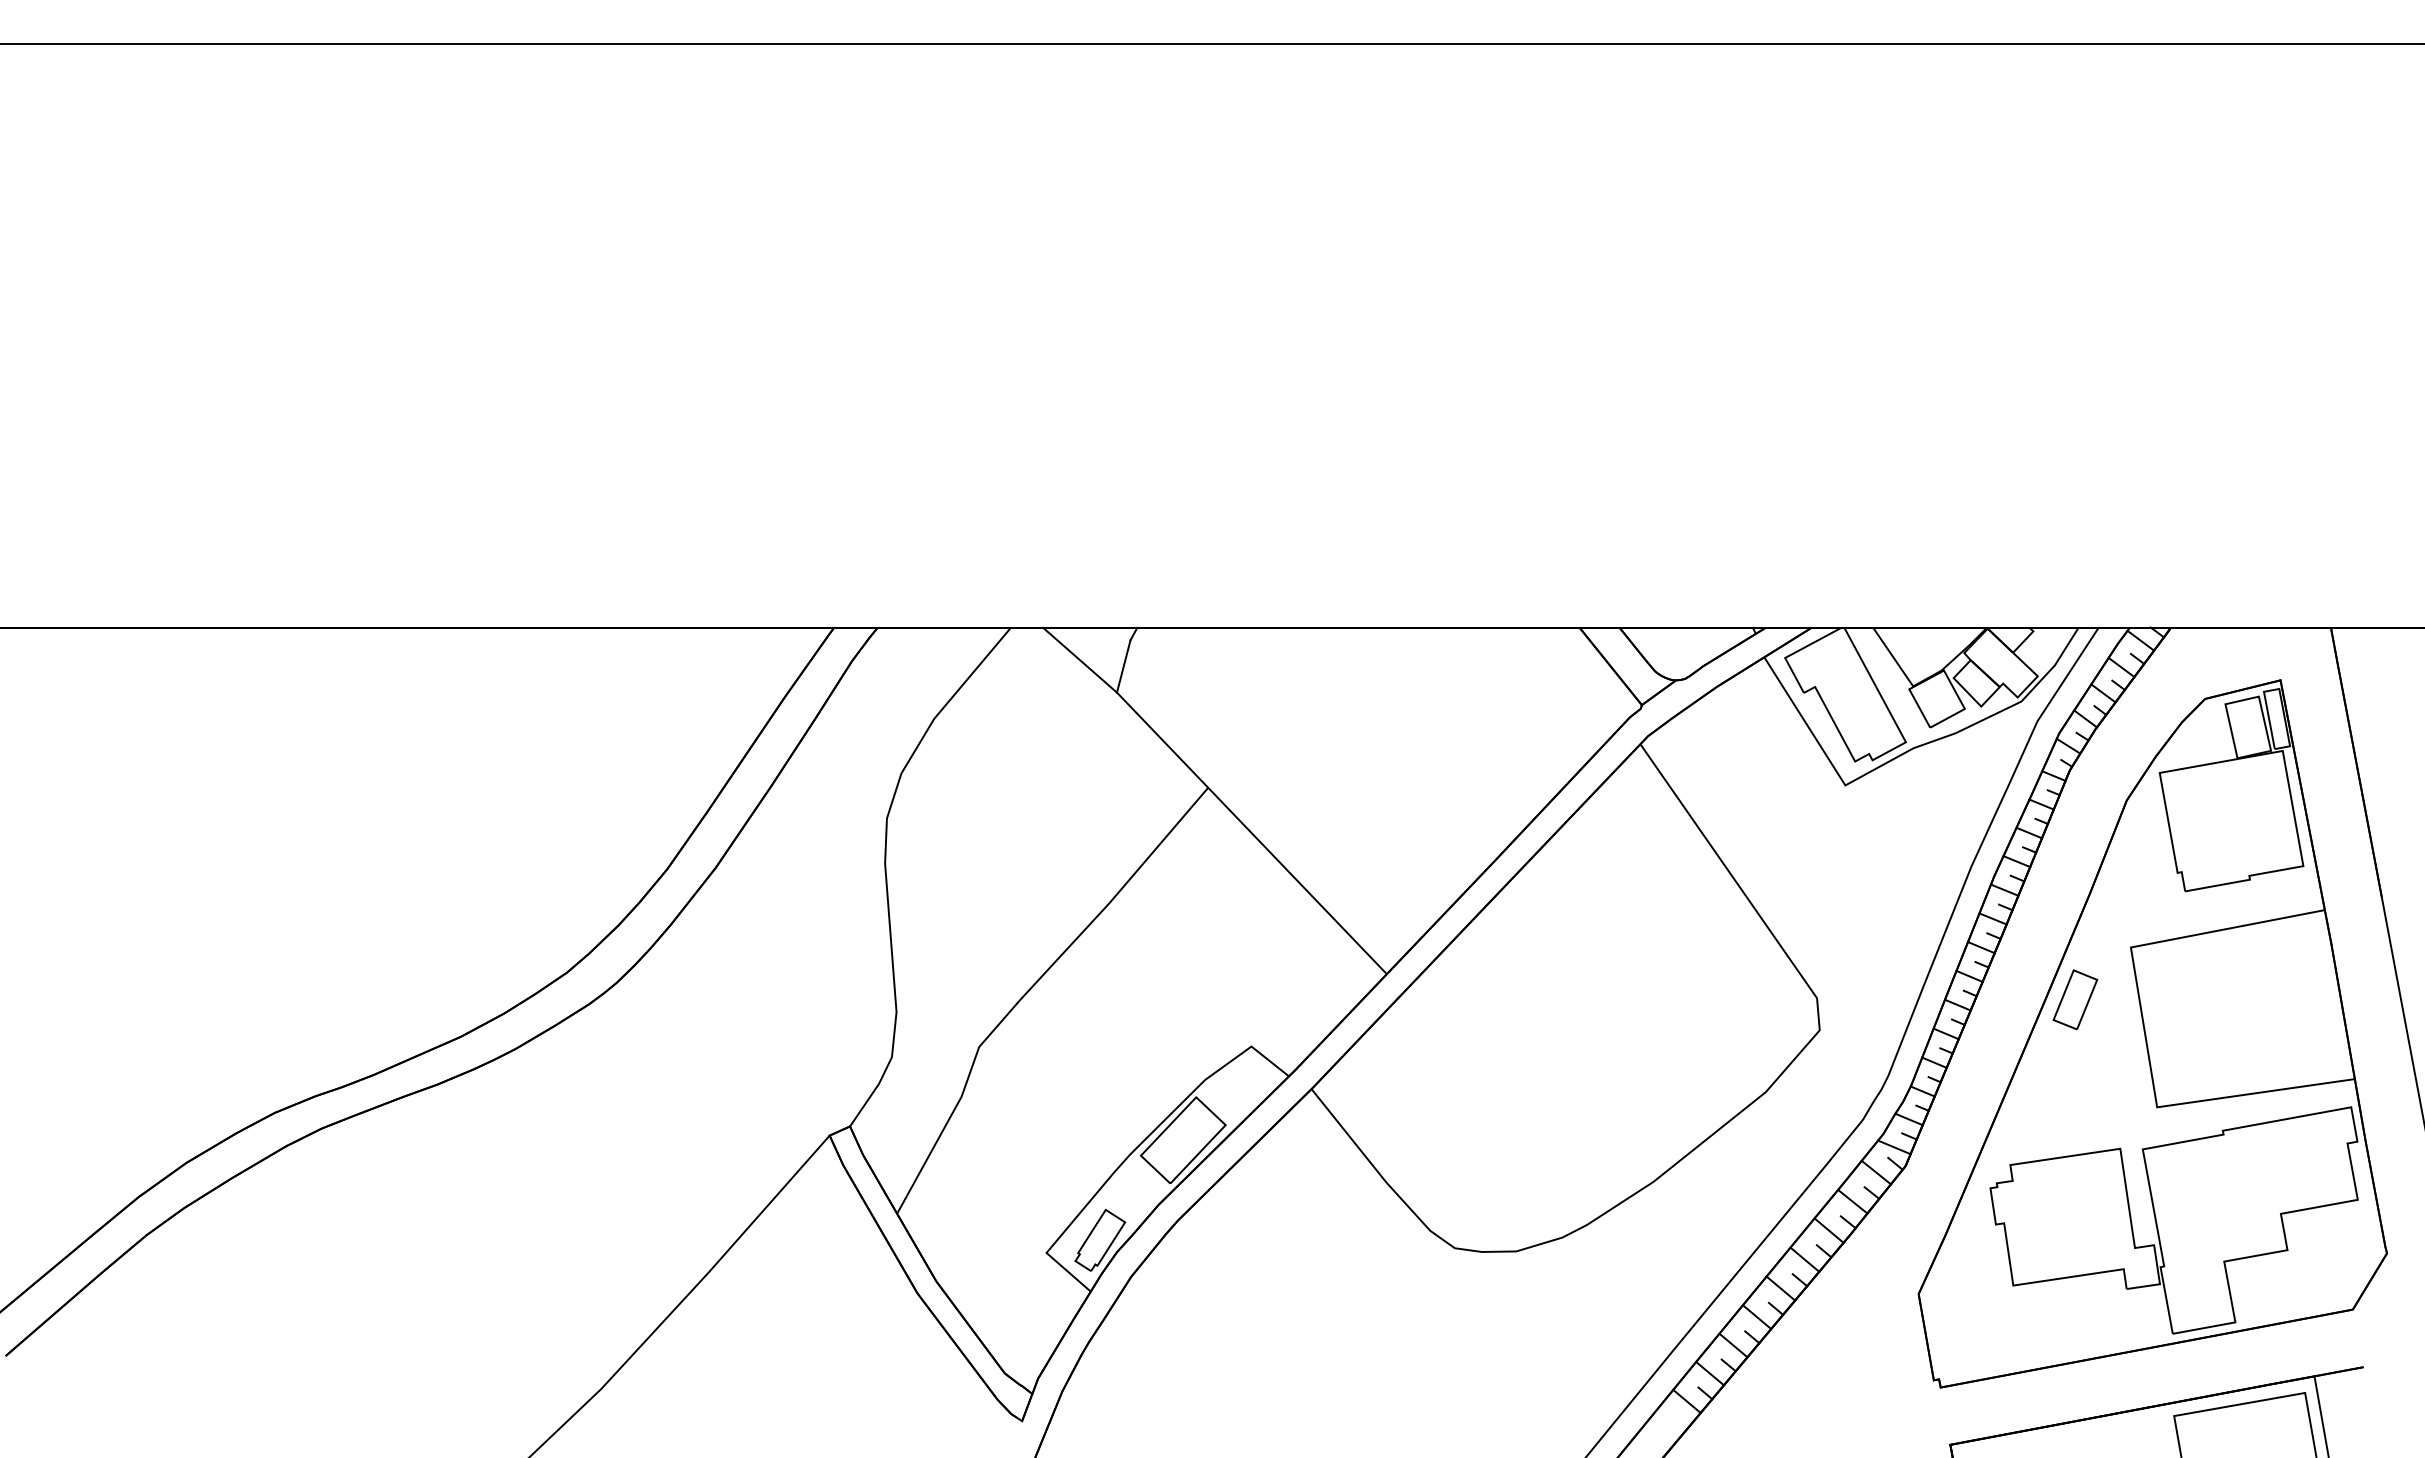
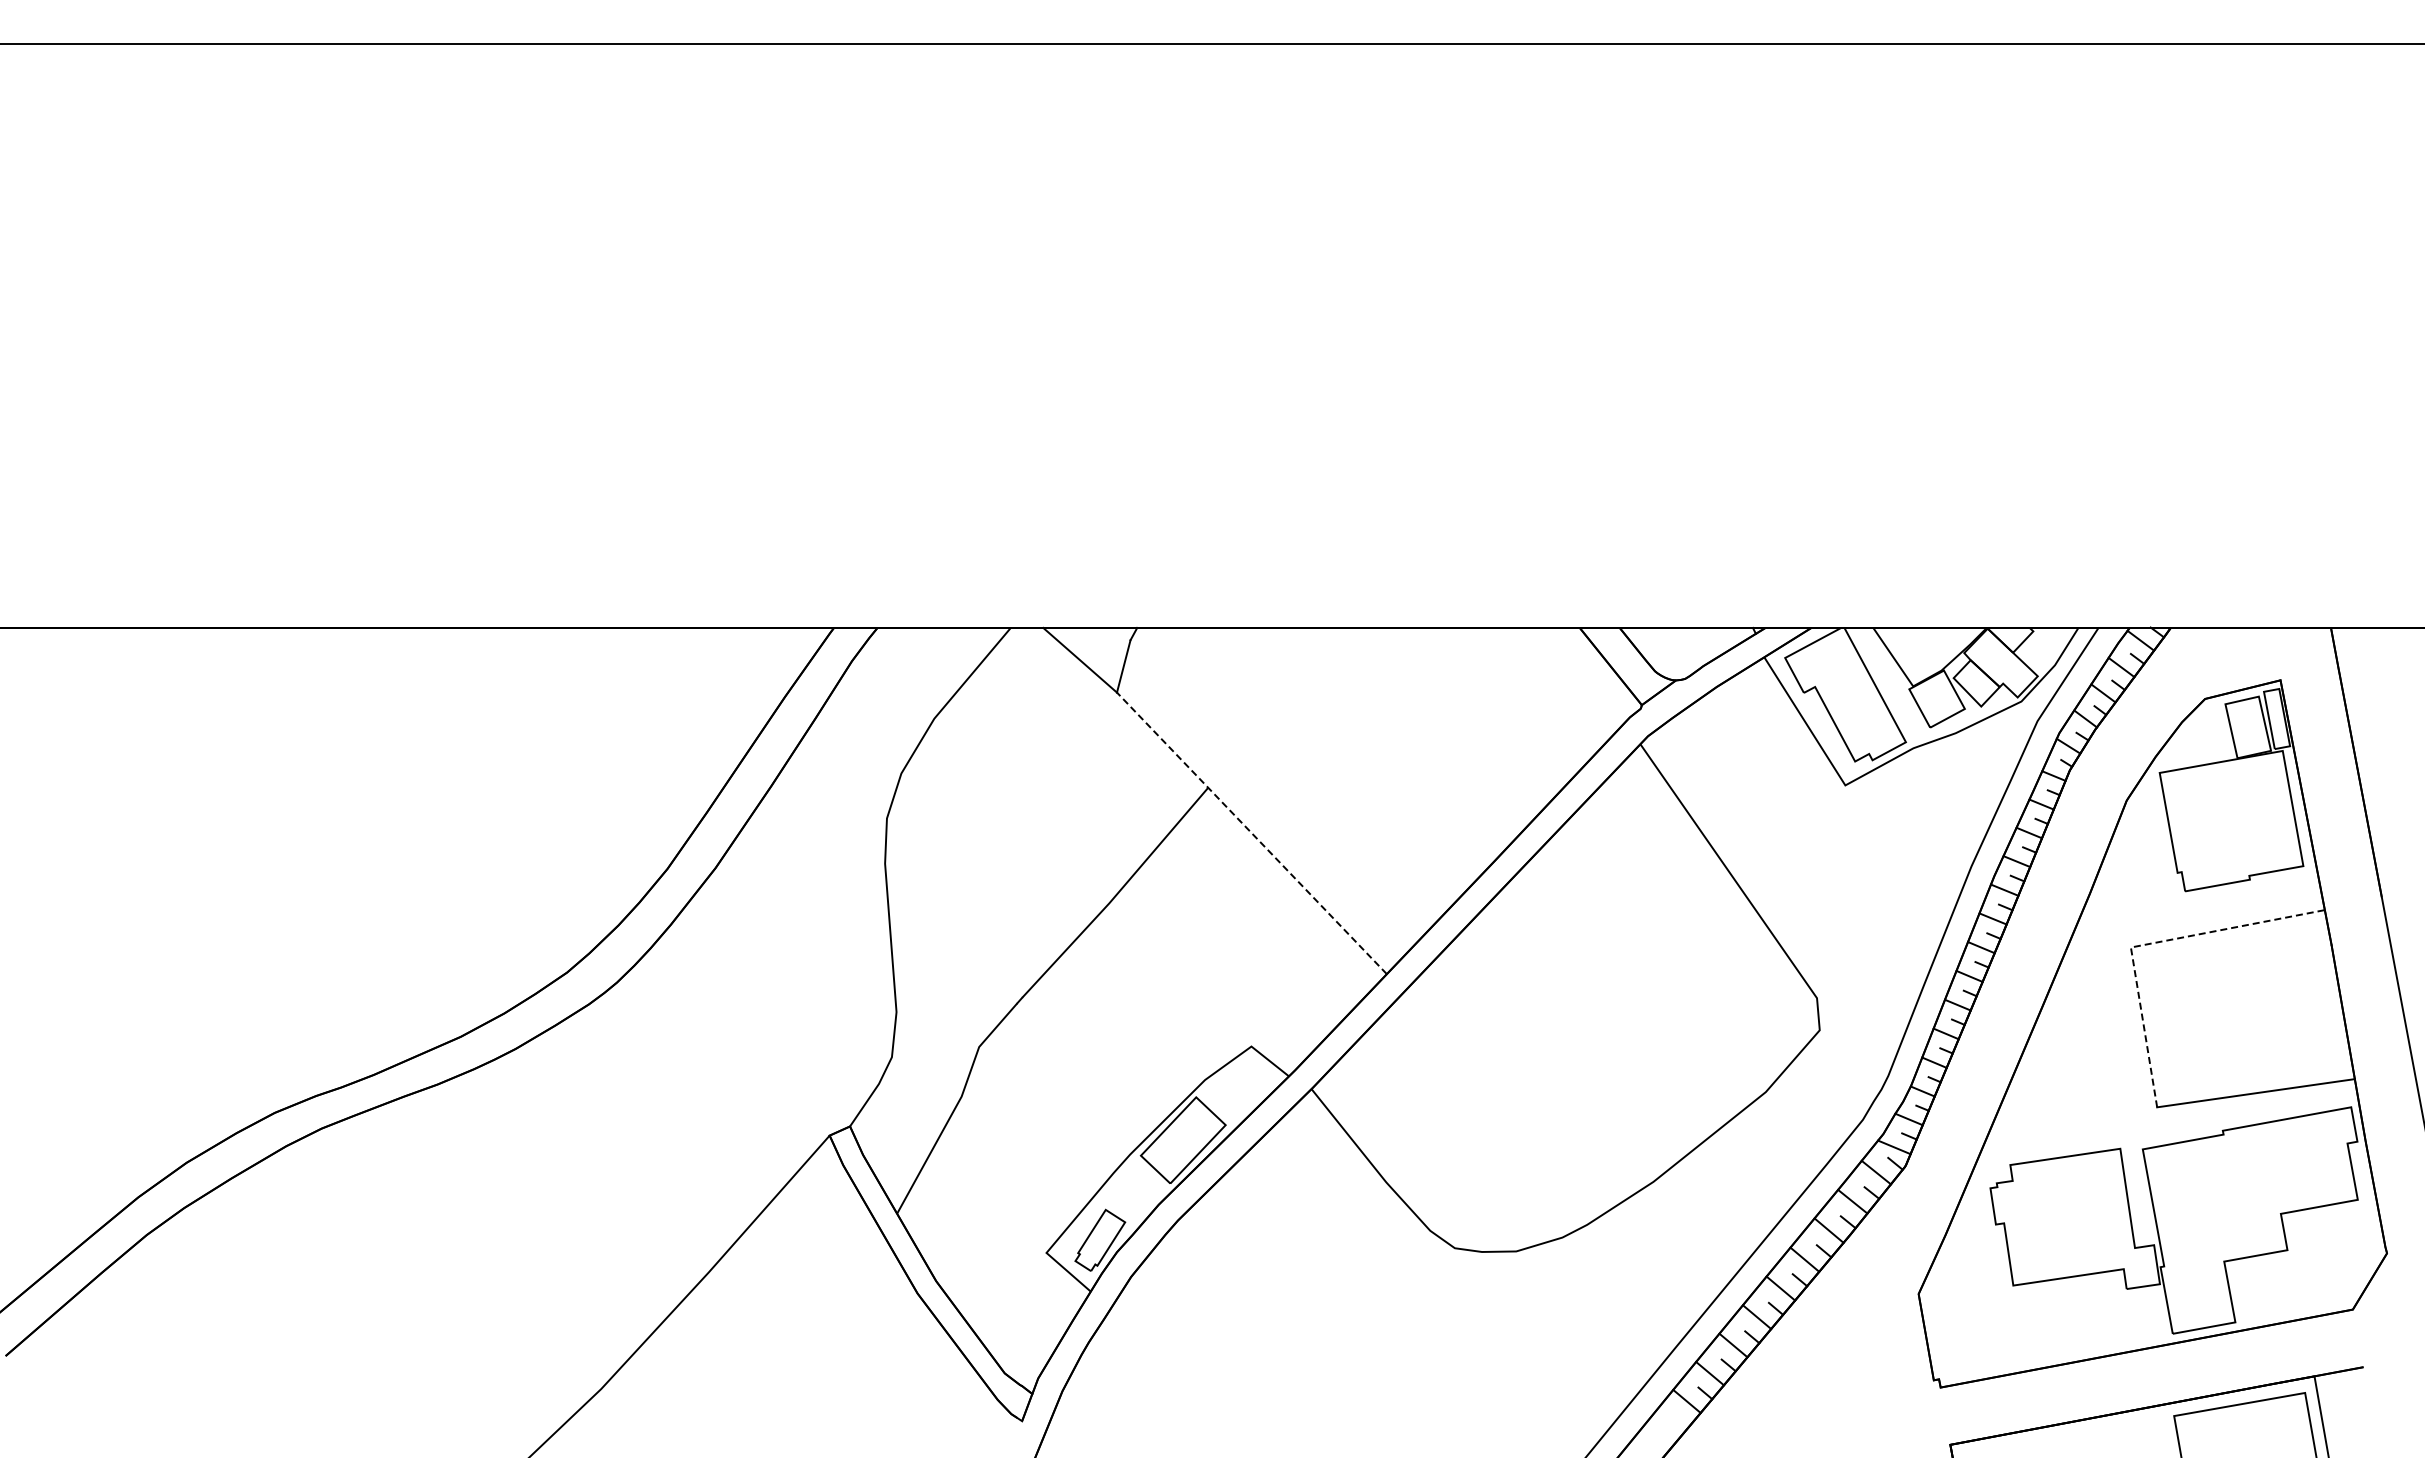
line at (1251, 833): solid -> dashed
line at (2148, 944): solid -> dashed
part at (2075, 999): present -> none
